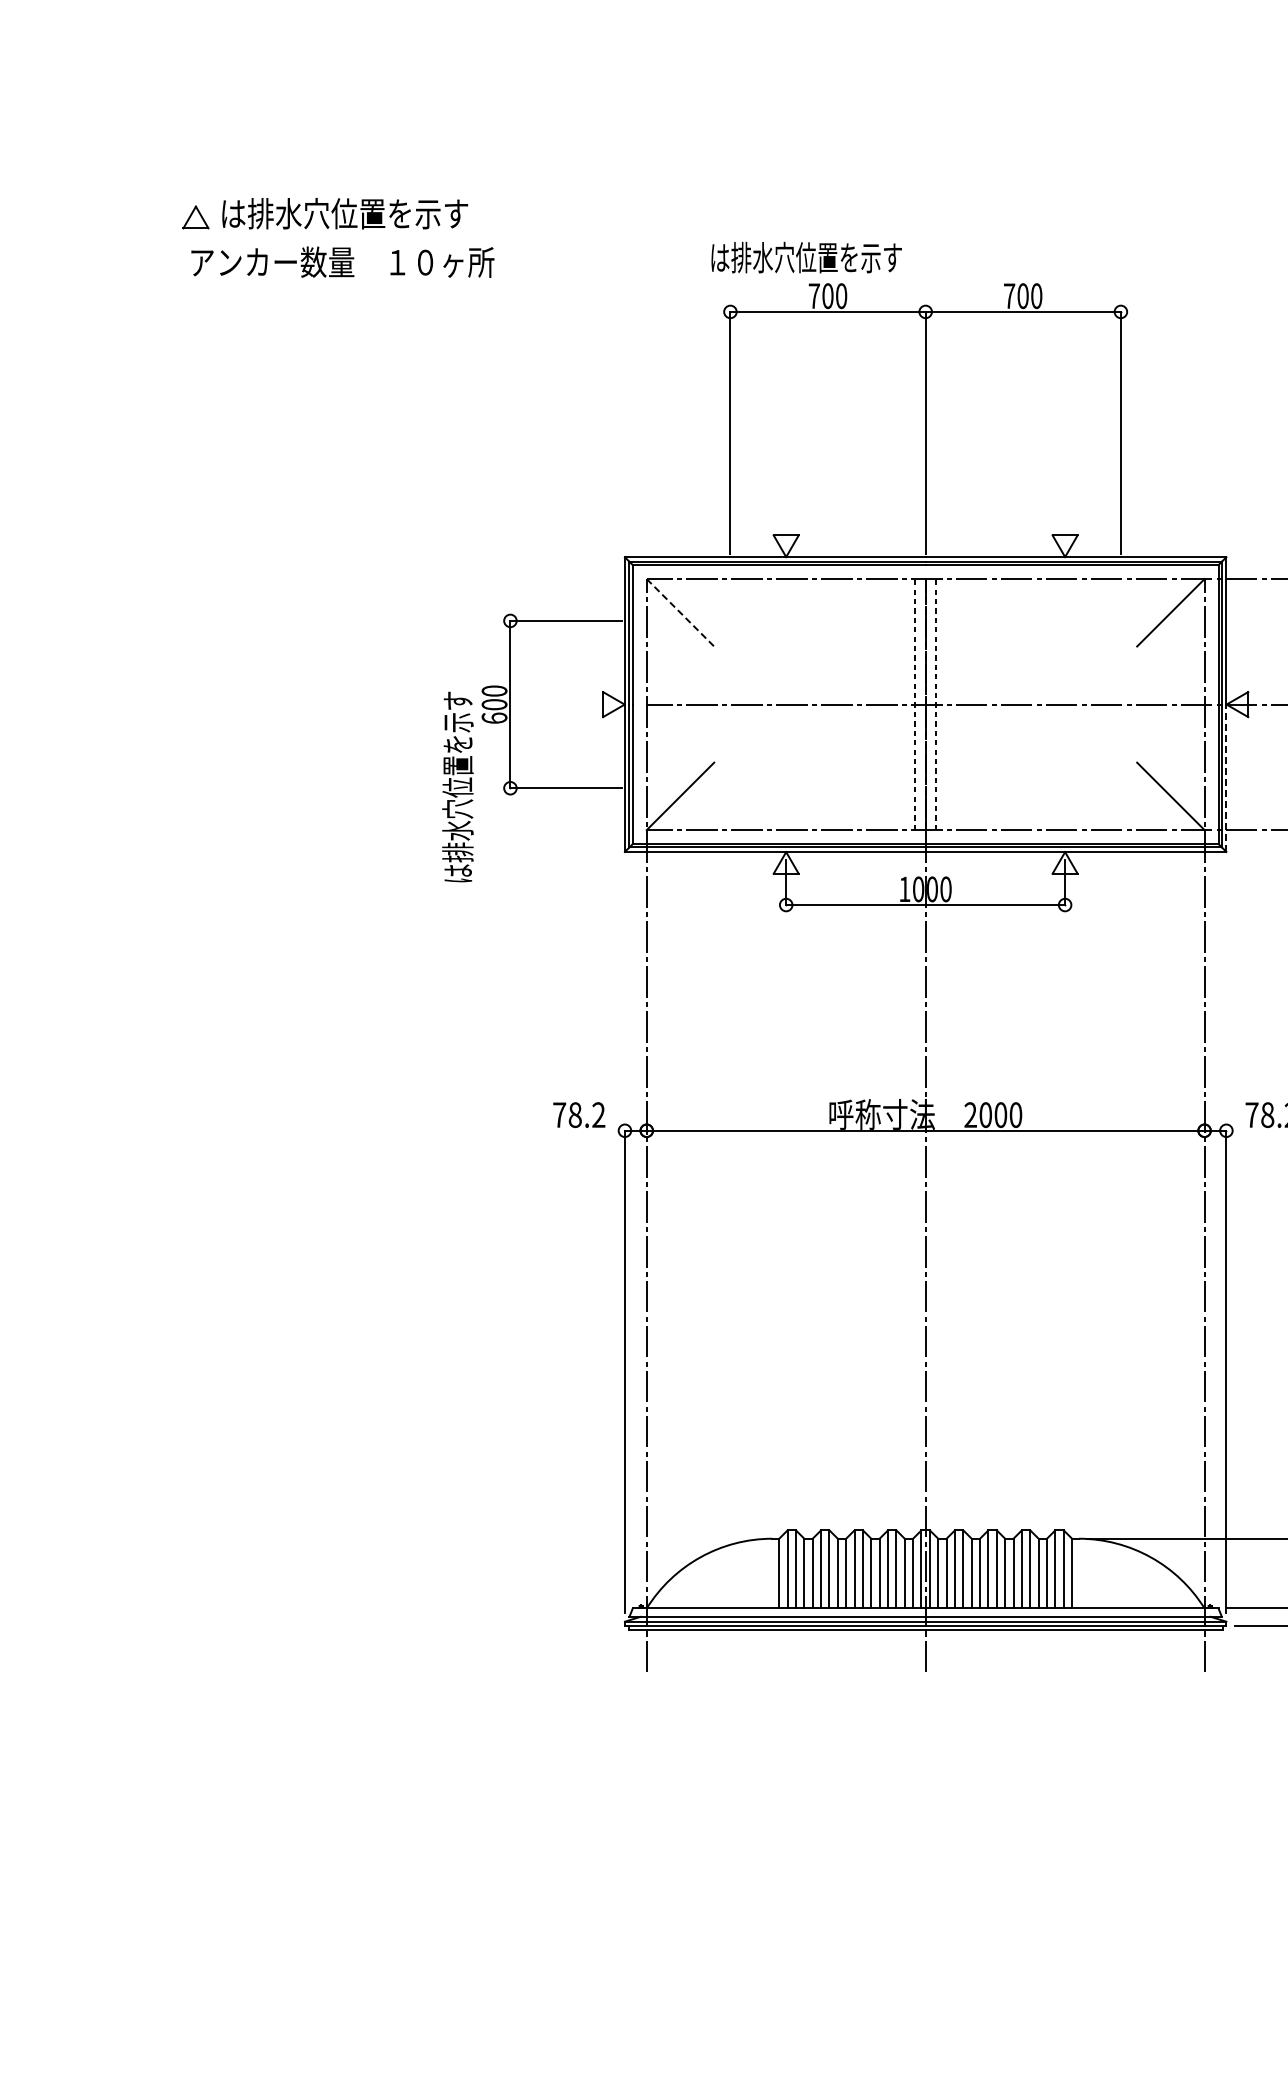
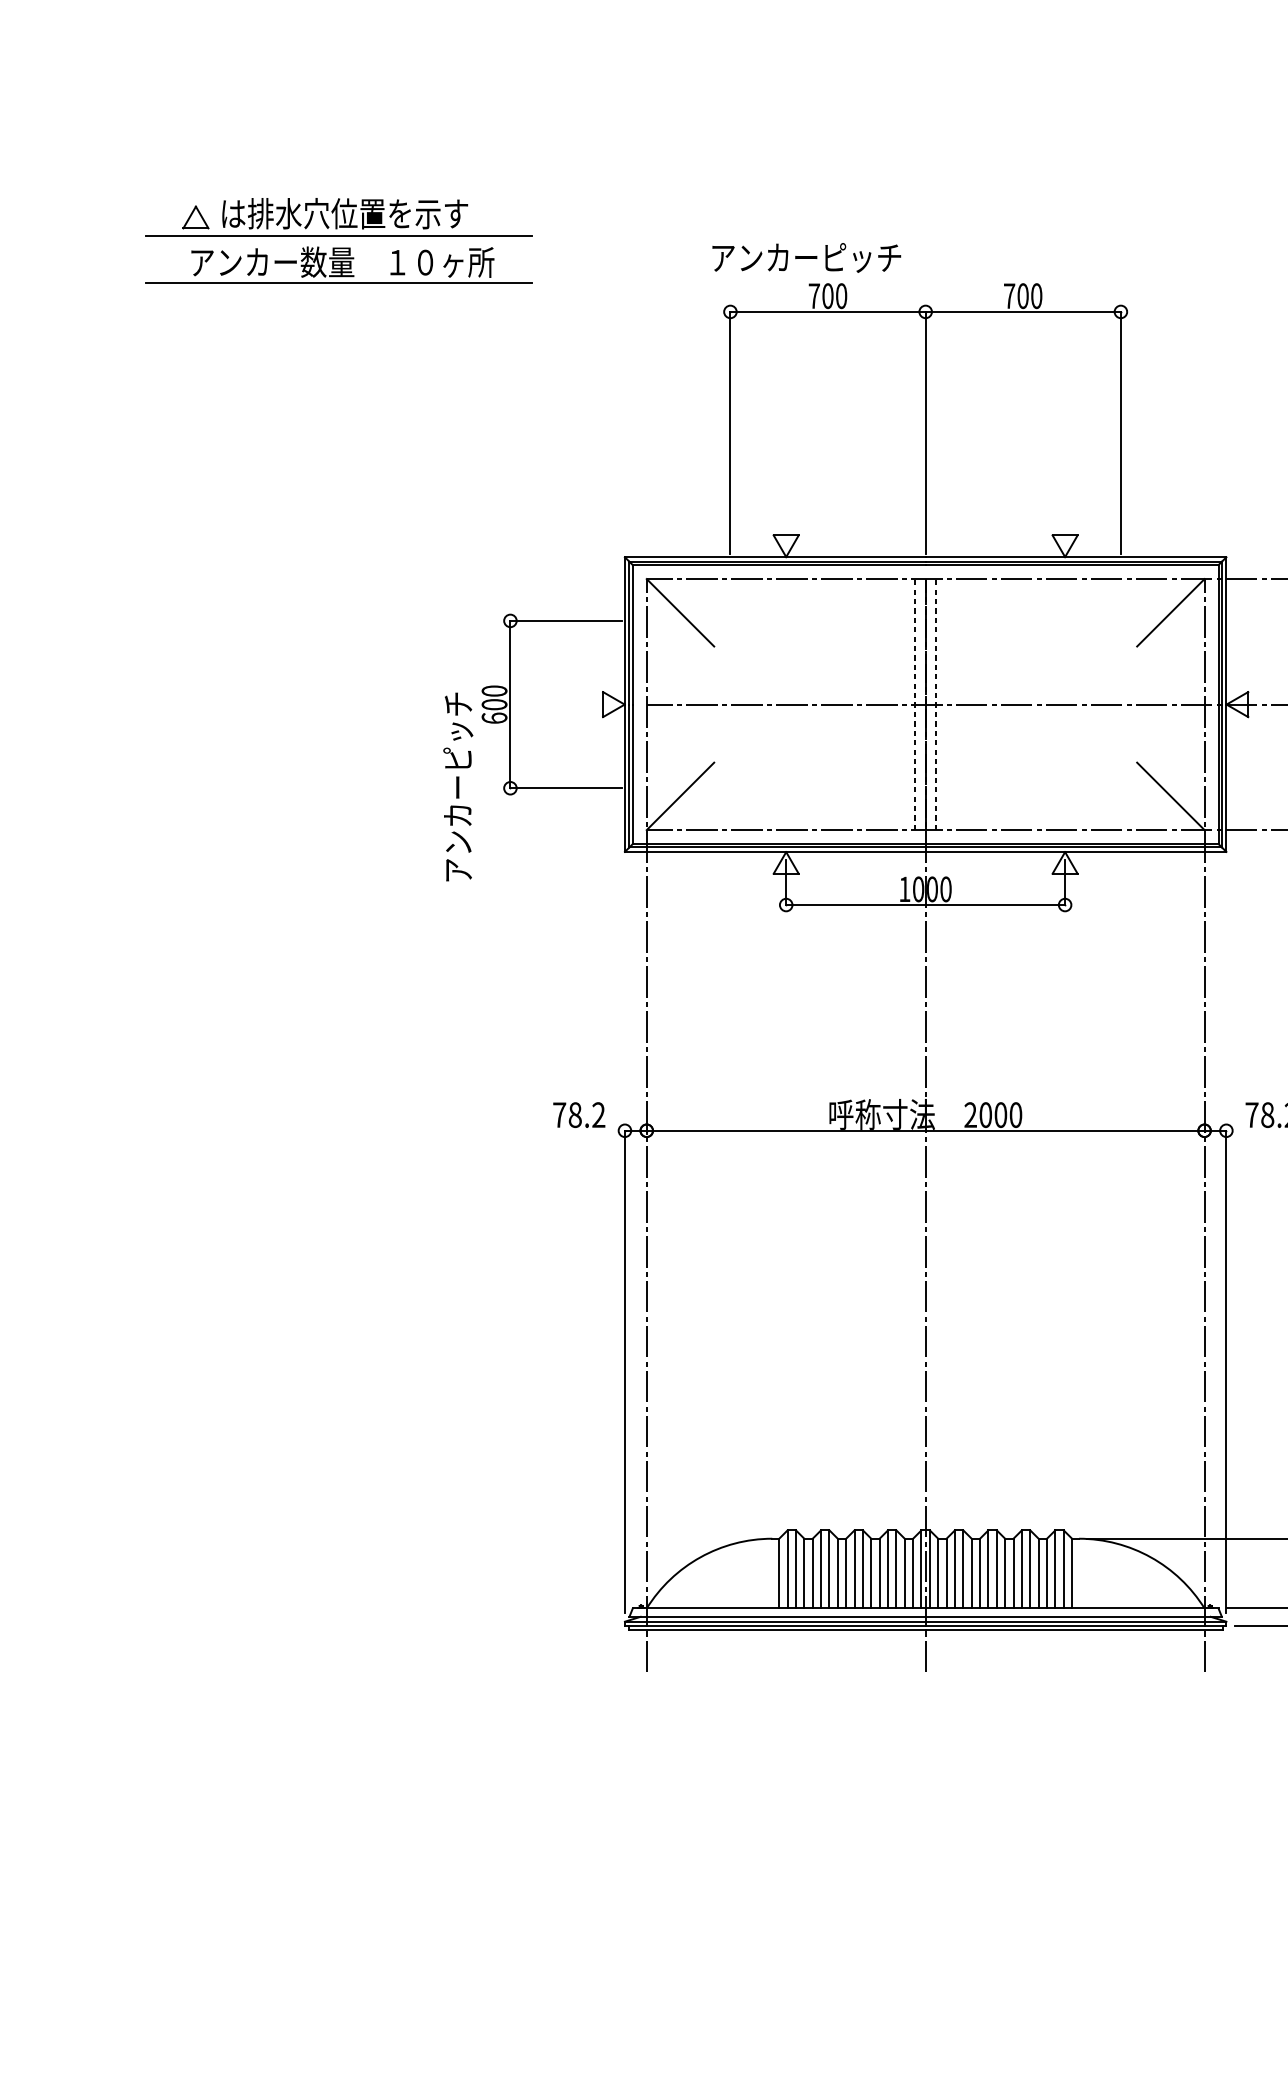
line at (338, 236): none -> present
text at (806, 257): は排水穴位置を示す -> アンカーピッチ
line at (338, 282): none -> present
line at (680, 612): dashed -> solid
line at (1226, 778): dashed -> solid
text at (457, 786): は排水穴位置を示す -> アンカーピッチ
